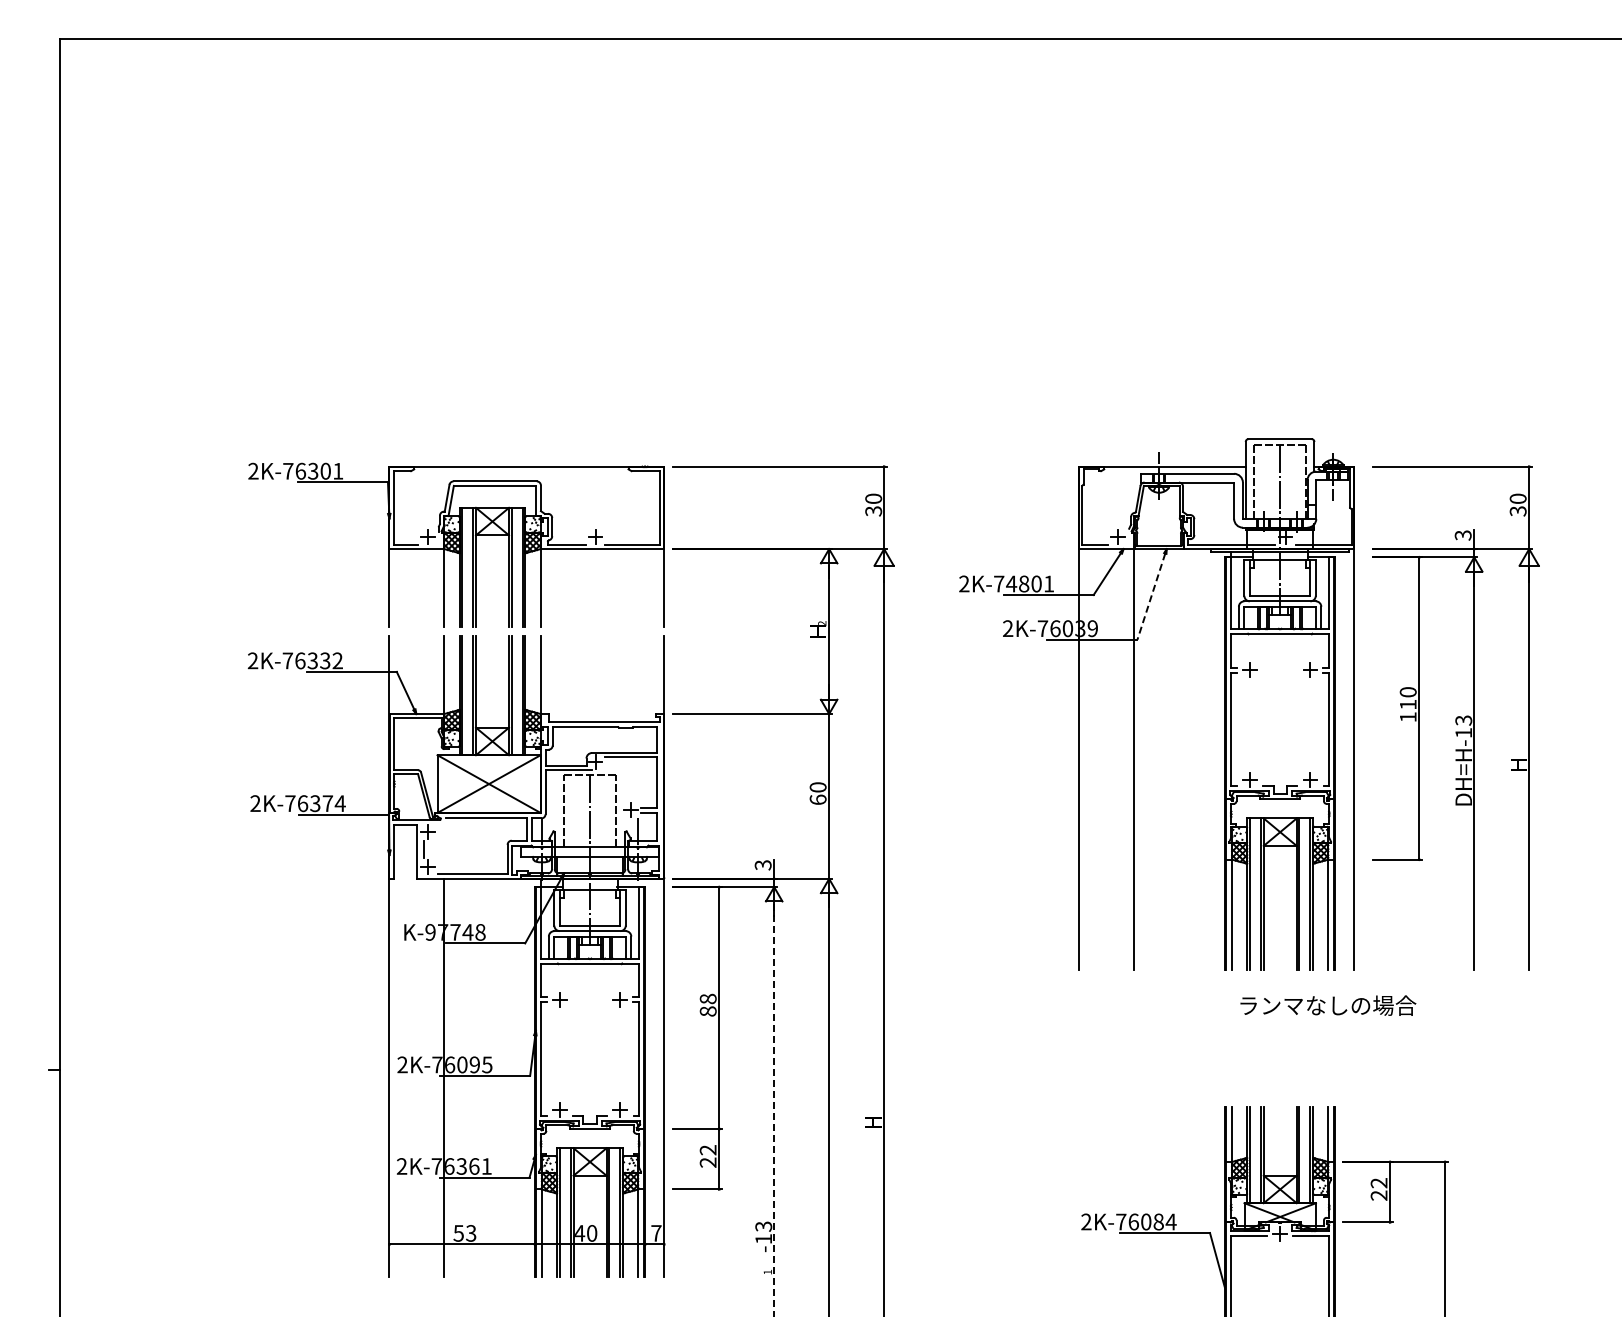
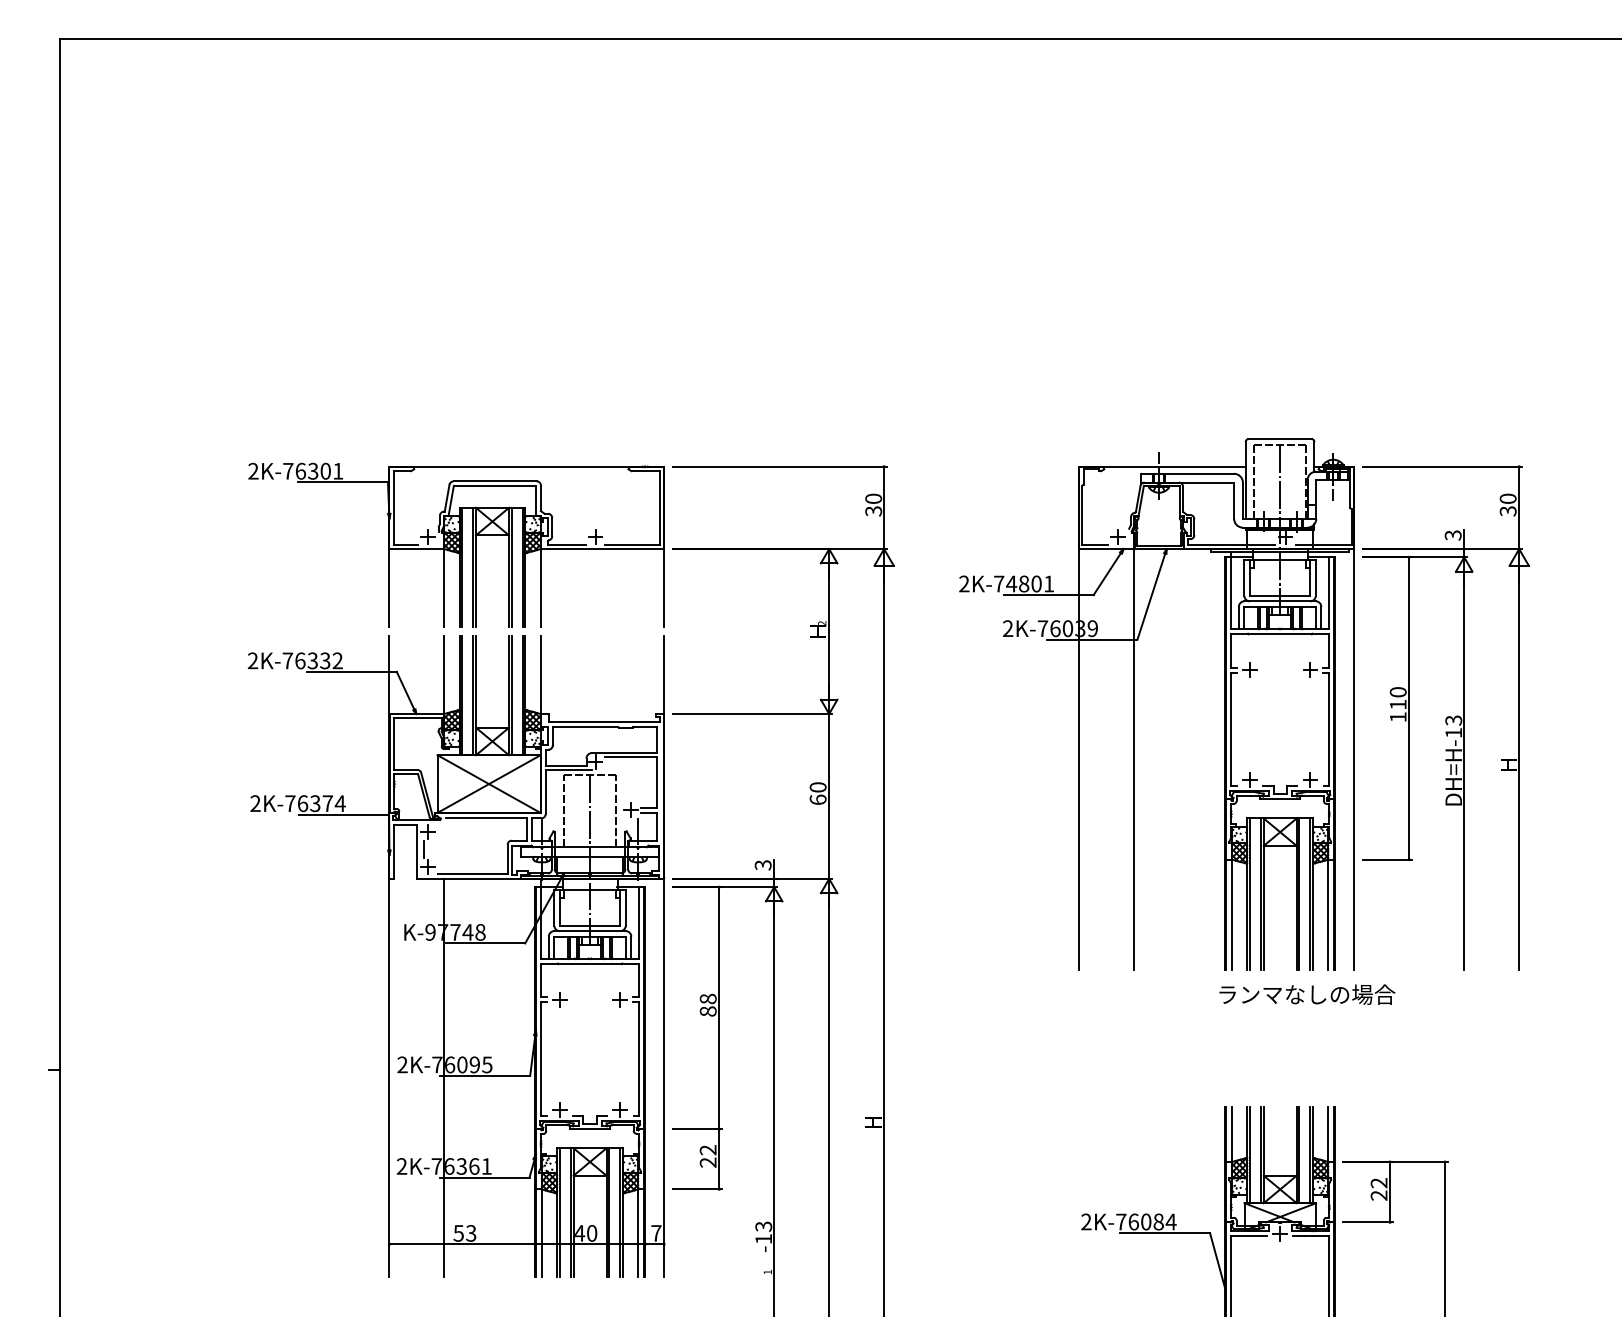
line at (1151, 597): dashed -> solid
part at (1455, 717) position: (1455, 717) -> (1445, 717)
text at (1328, 1005) position: (1328, 1005) -> (1307, 994)
line at (774, 1110): dashed -> solid
